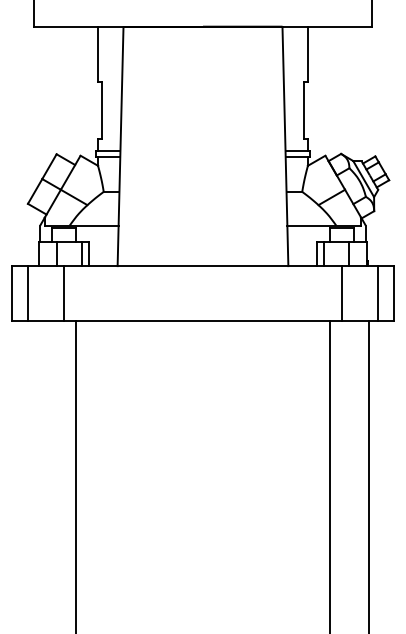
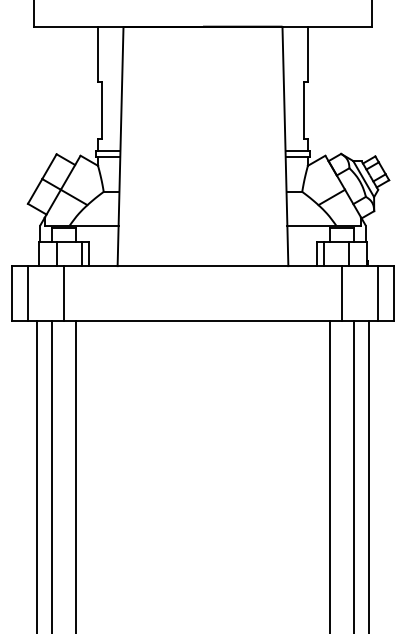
line at (37, 475): none -> present
line at (51, 475): none -> present
line at (354, 475): none -> present
